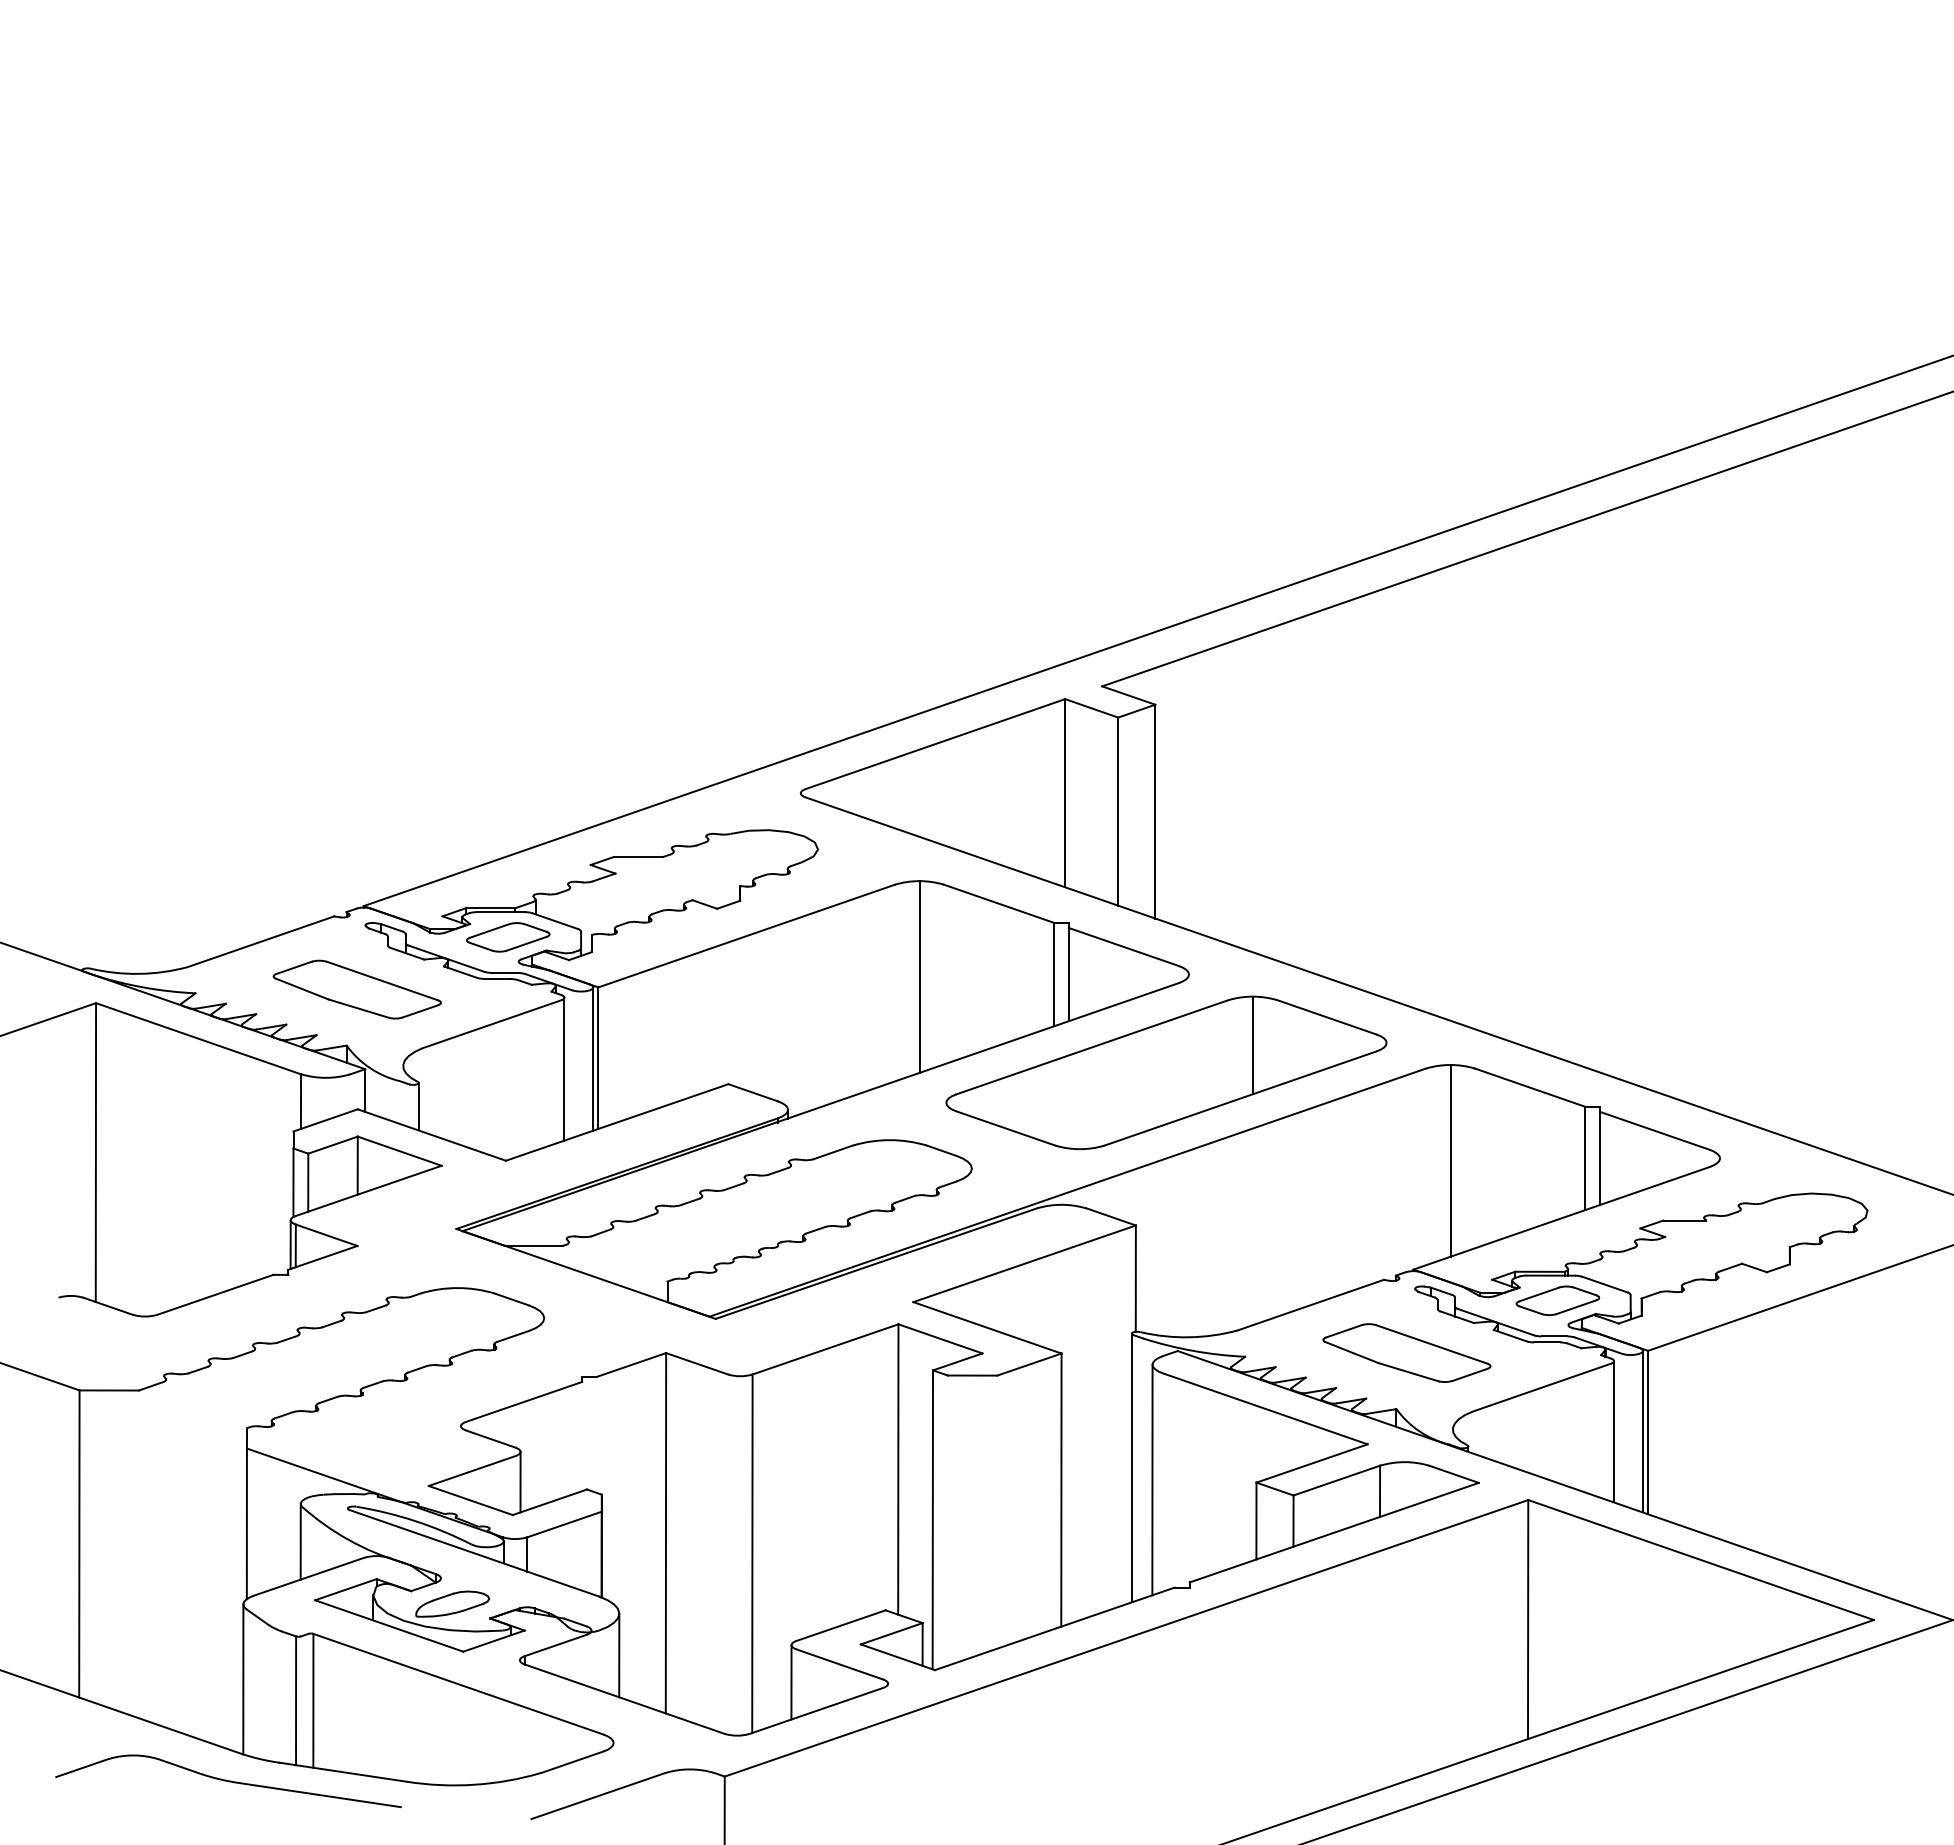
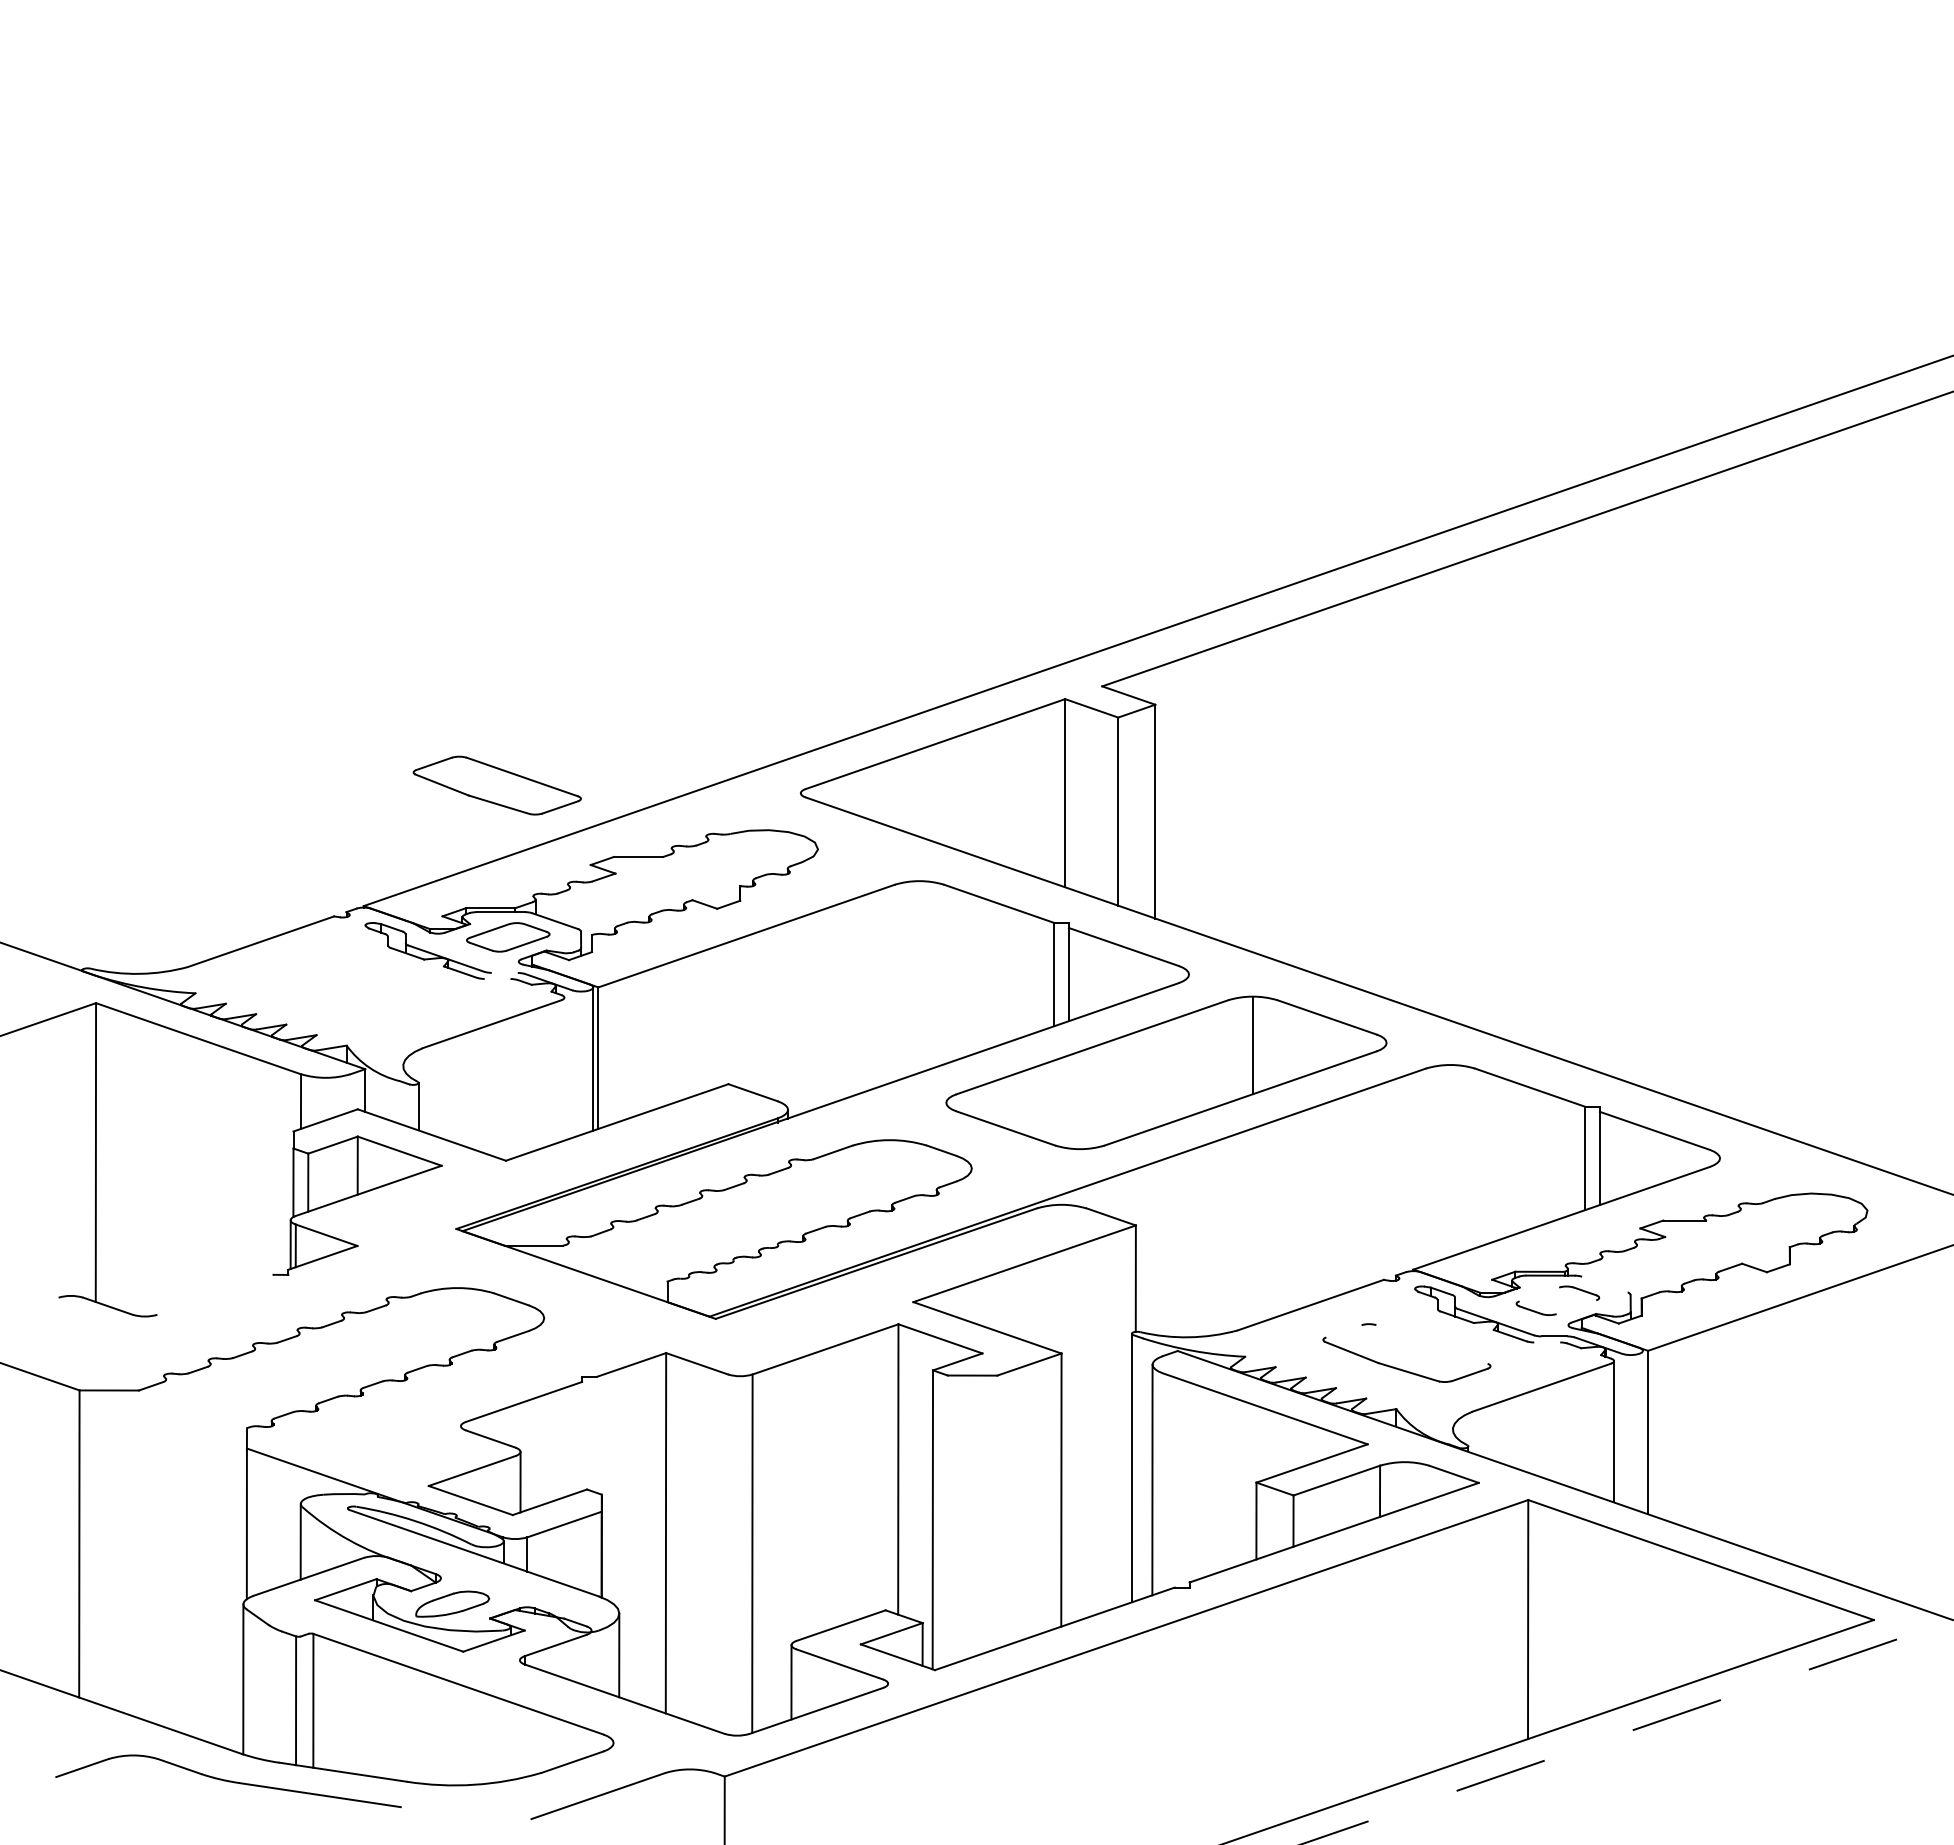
line at (504, 972): present -> none
line at (919, 976): present -> none
line at (497, 979): present -> none
part at (356, 989) position: (356, 989) -> (496, 785)
line at (564, 1068): present -> none
line at (1450, 1160): present -> none
line at (1604, 1284): present -> none
line at (215, 1294): present -> none
line at (1539, 1294): present -> none
line at (1576, 1307): present -> none
line at (1343, 1331): present -> none
line at (1547, 1342): present -> none
line at (1431, 1344): present -> none
line at (1643, 1430): present -> none
line at (1626, 1732): solid -> dashed
